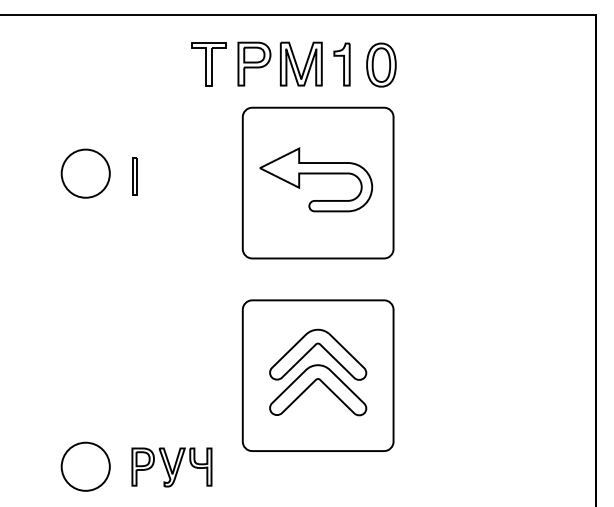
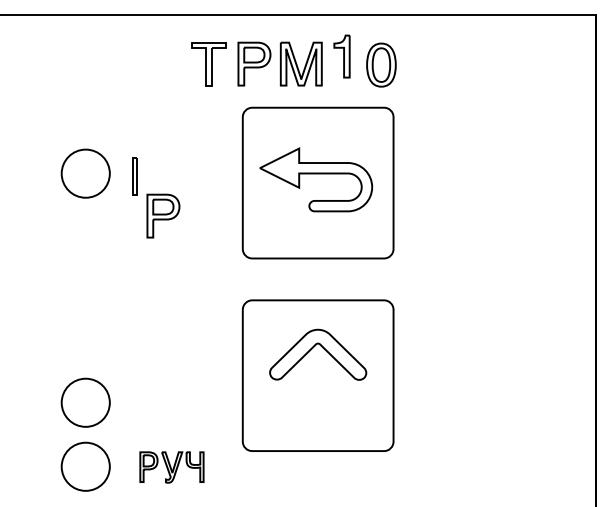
part at (341, 64) position: (341, 64) -> (341, 56)
part at (163, 215): none -> present
part at (323, 384): present -> none
part at (85, 402): none -> present
part at (171, 467) size: 82x41 px -> 66x33 px
